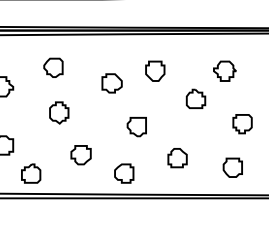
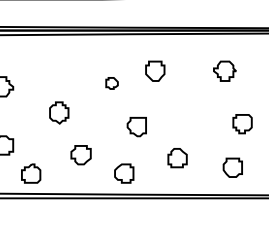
part at (53, 67): present -> none
part at (111, 83) size: 22x21 px -> 14x13 px
part at (195, 98): present -> none
